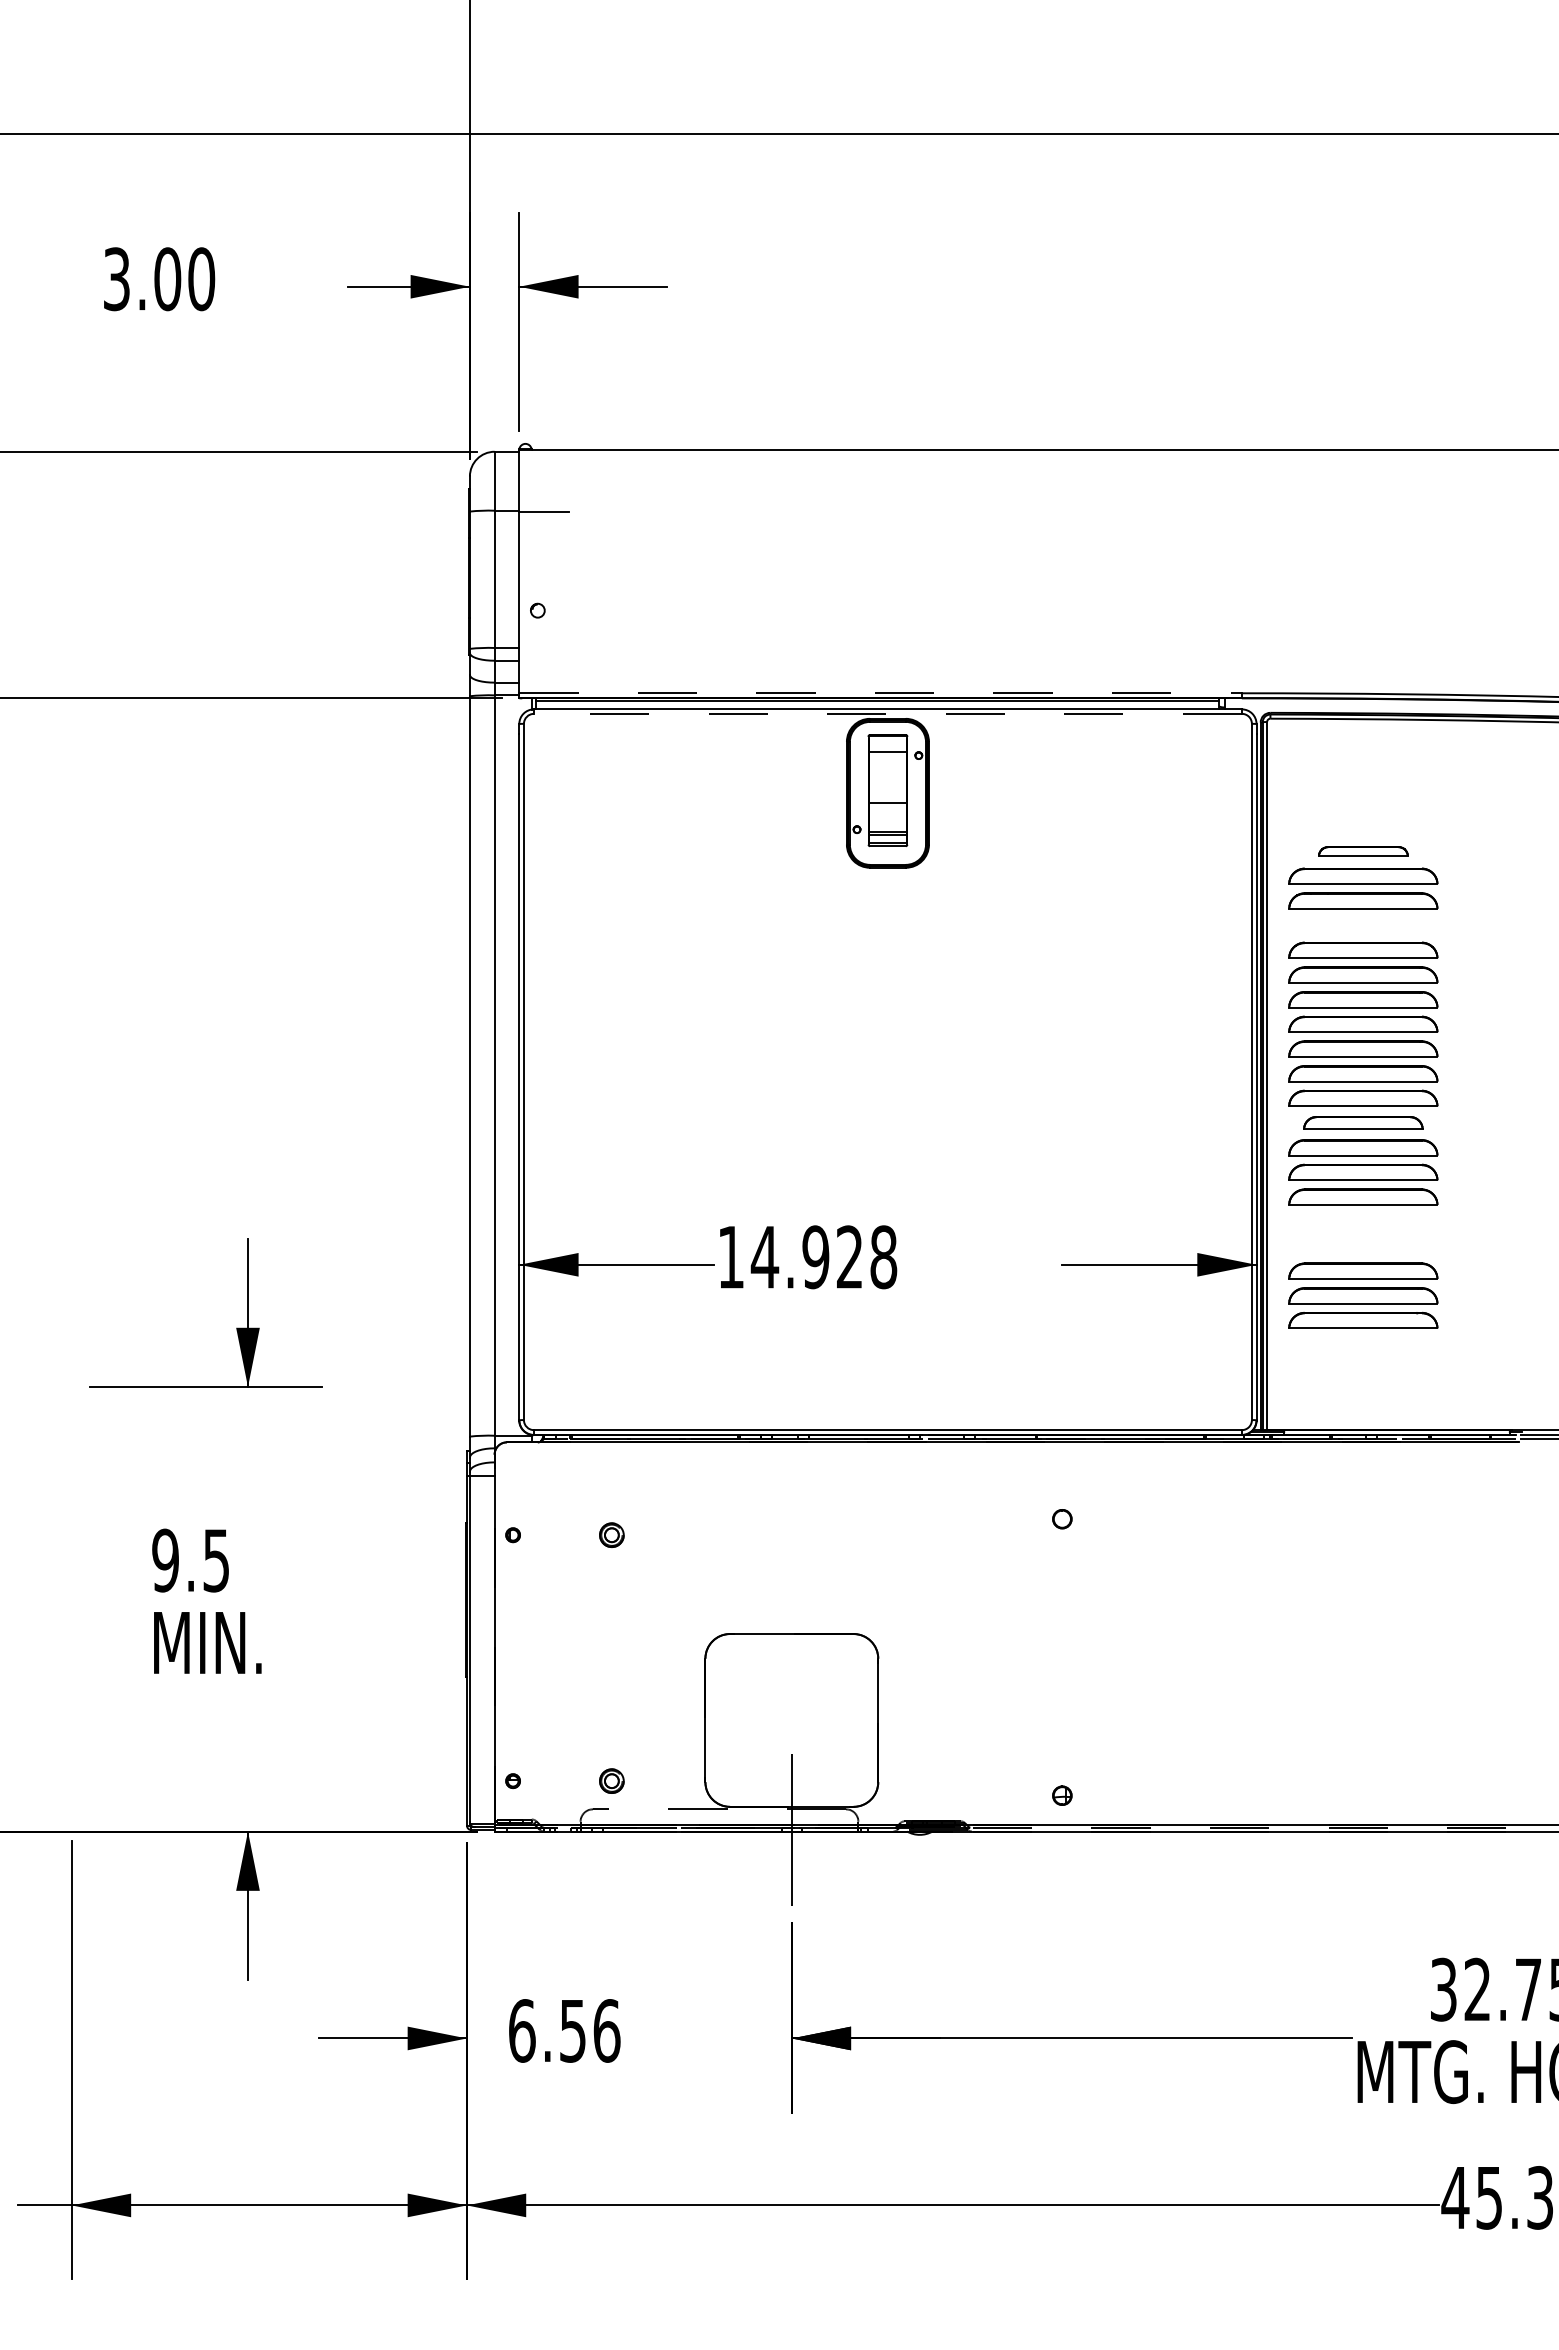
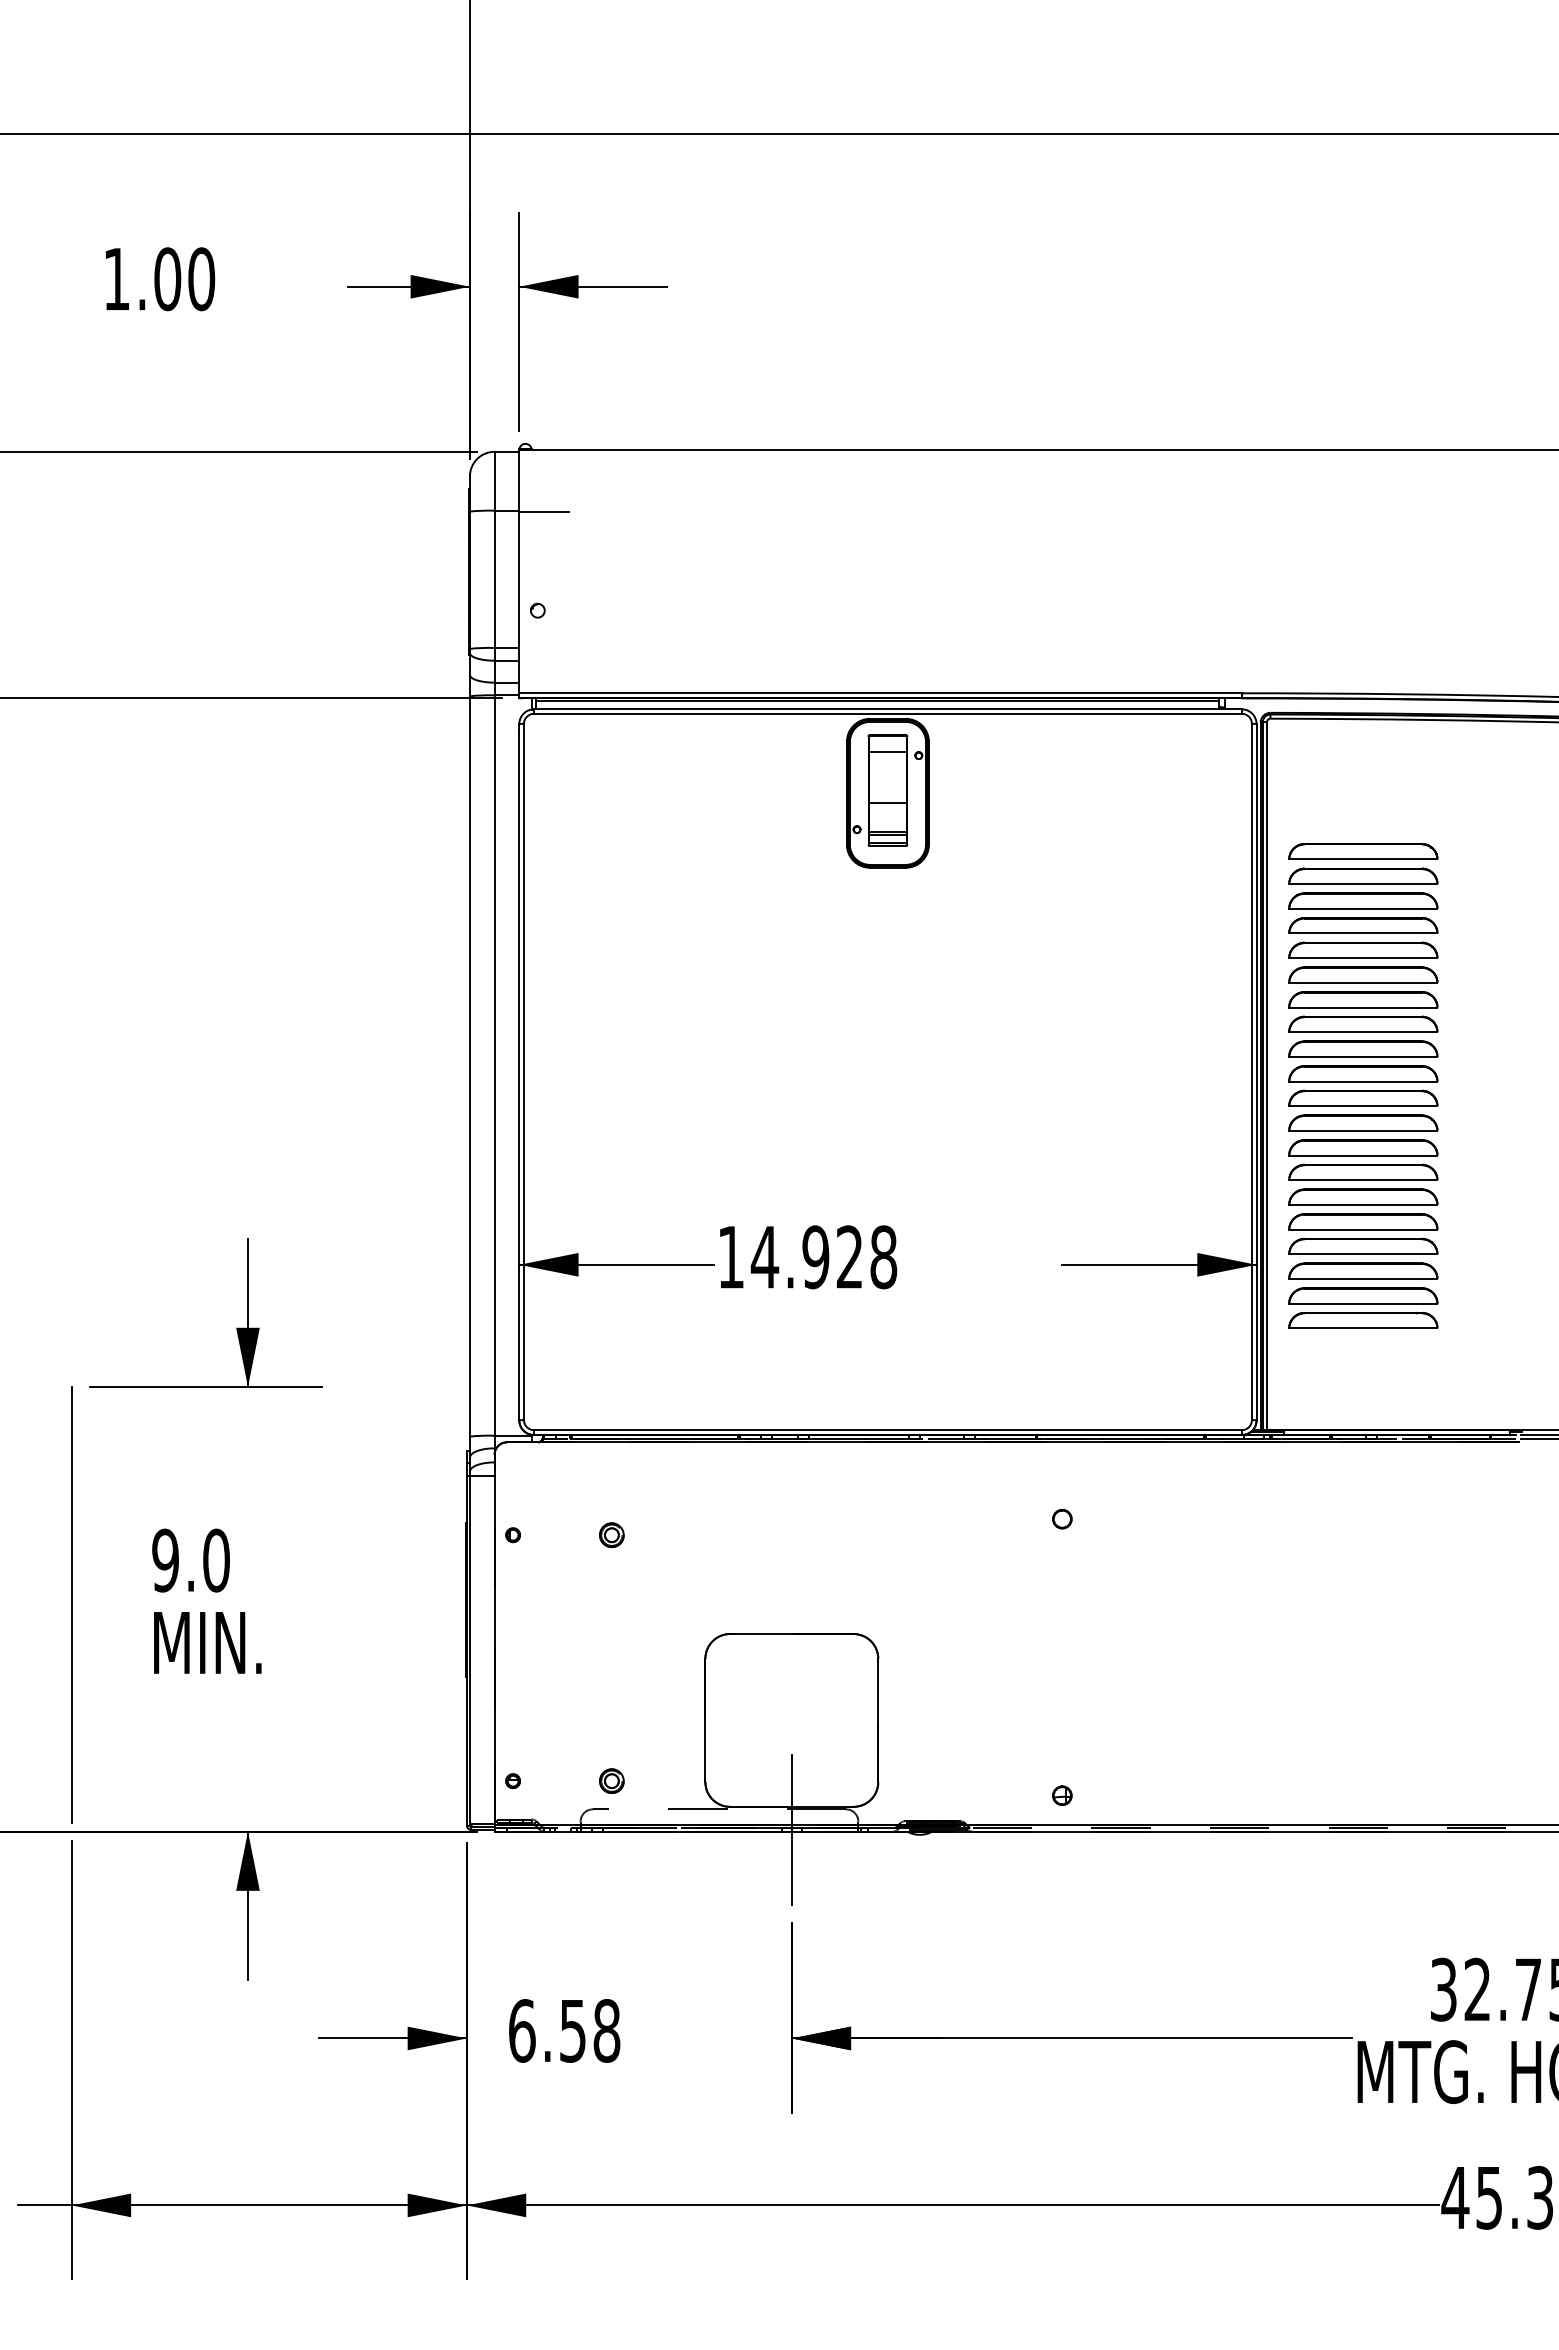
text at (116, 279): 3.00 -> 1.00
line at (881, 693): dashed -> solid
line at (887, 713): dashed -> solid
part at (1363, 851) size: 91x11 px -> 151x17 px
part at (1363, 925): none -> present
part at (1363, 1122) size: 121x14 px -> 151x18 px
part at (1363, 1233): none -> present
text at (216, 1560): 9.5 -> 9.0
line at (71, 1605): none -> present
text at (606, 2030): 6.56 -> 6.58
